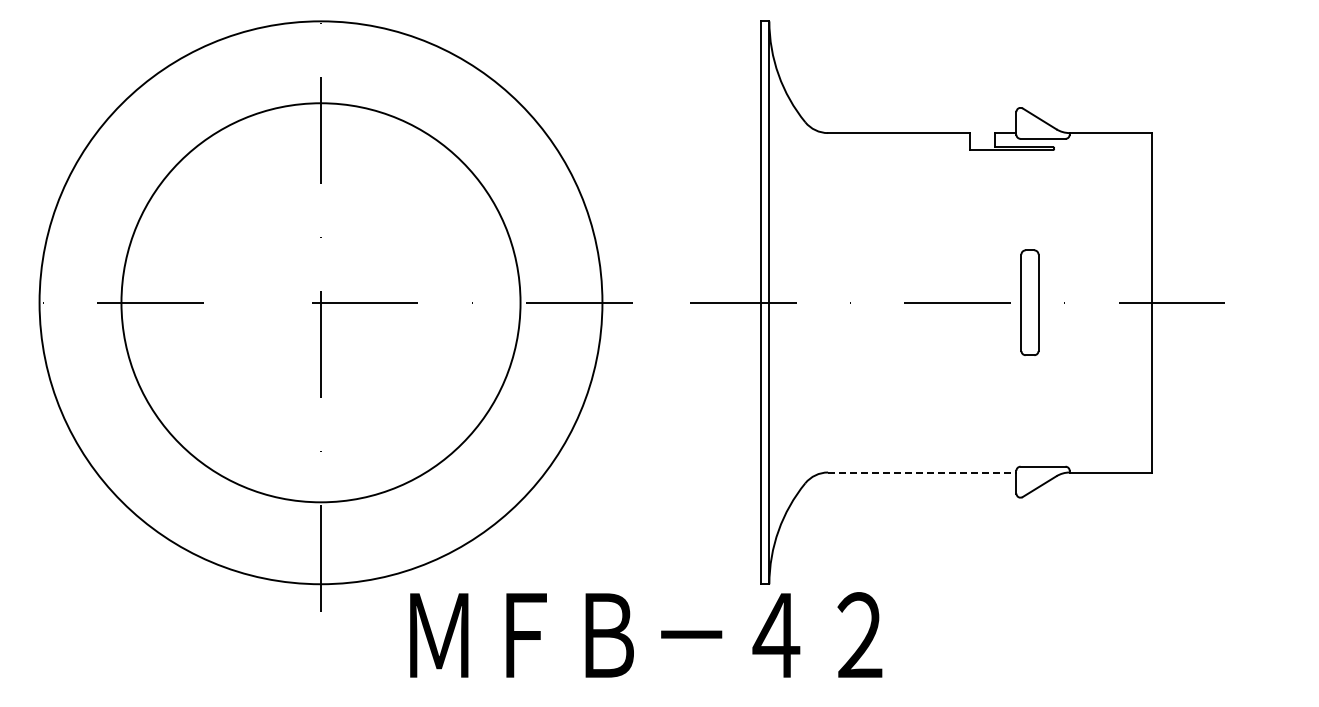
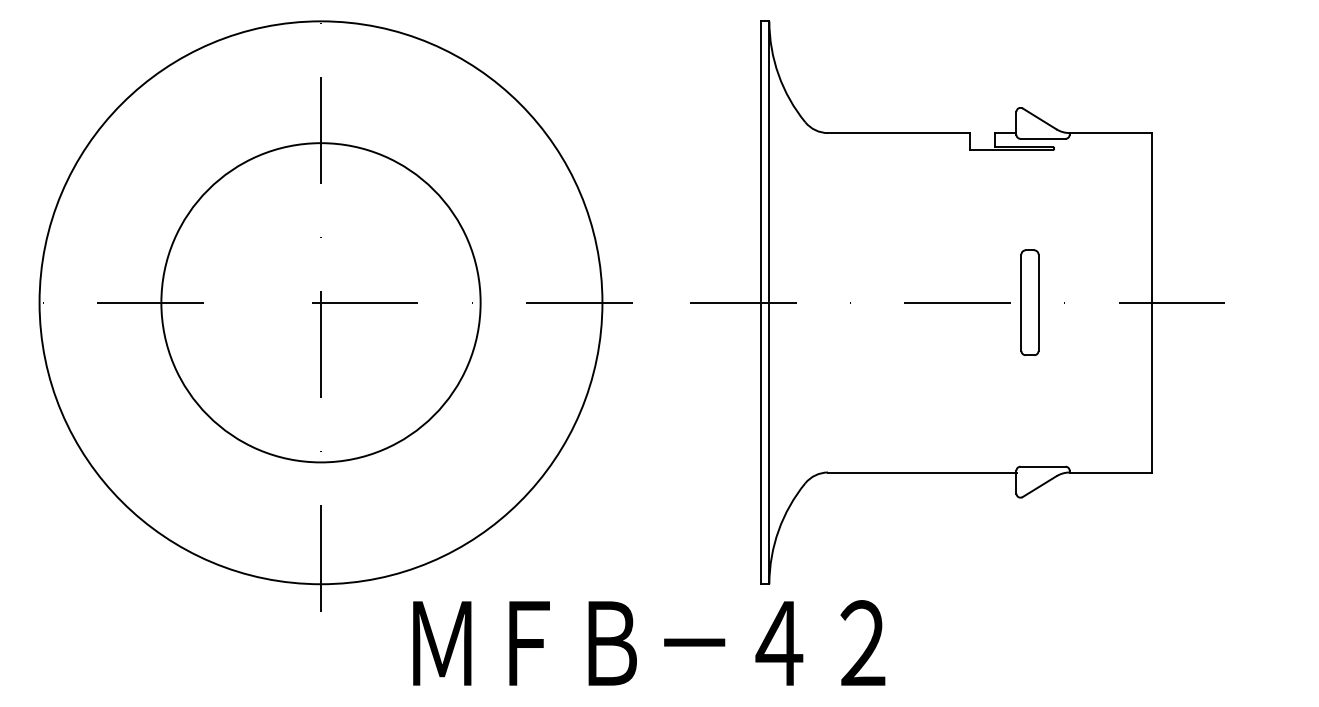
circle at (320, 302) diameter: 399 px -> 319 px
line at (922, 472): dashed -> solid
text at (646, 634) position: (646, 634) -> (649, 642)
